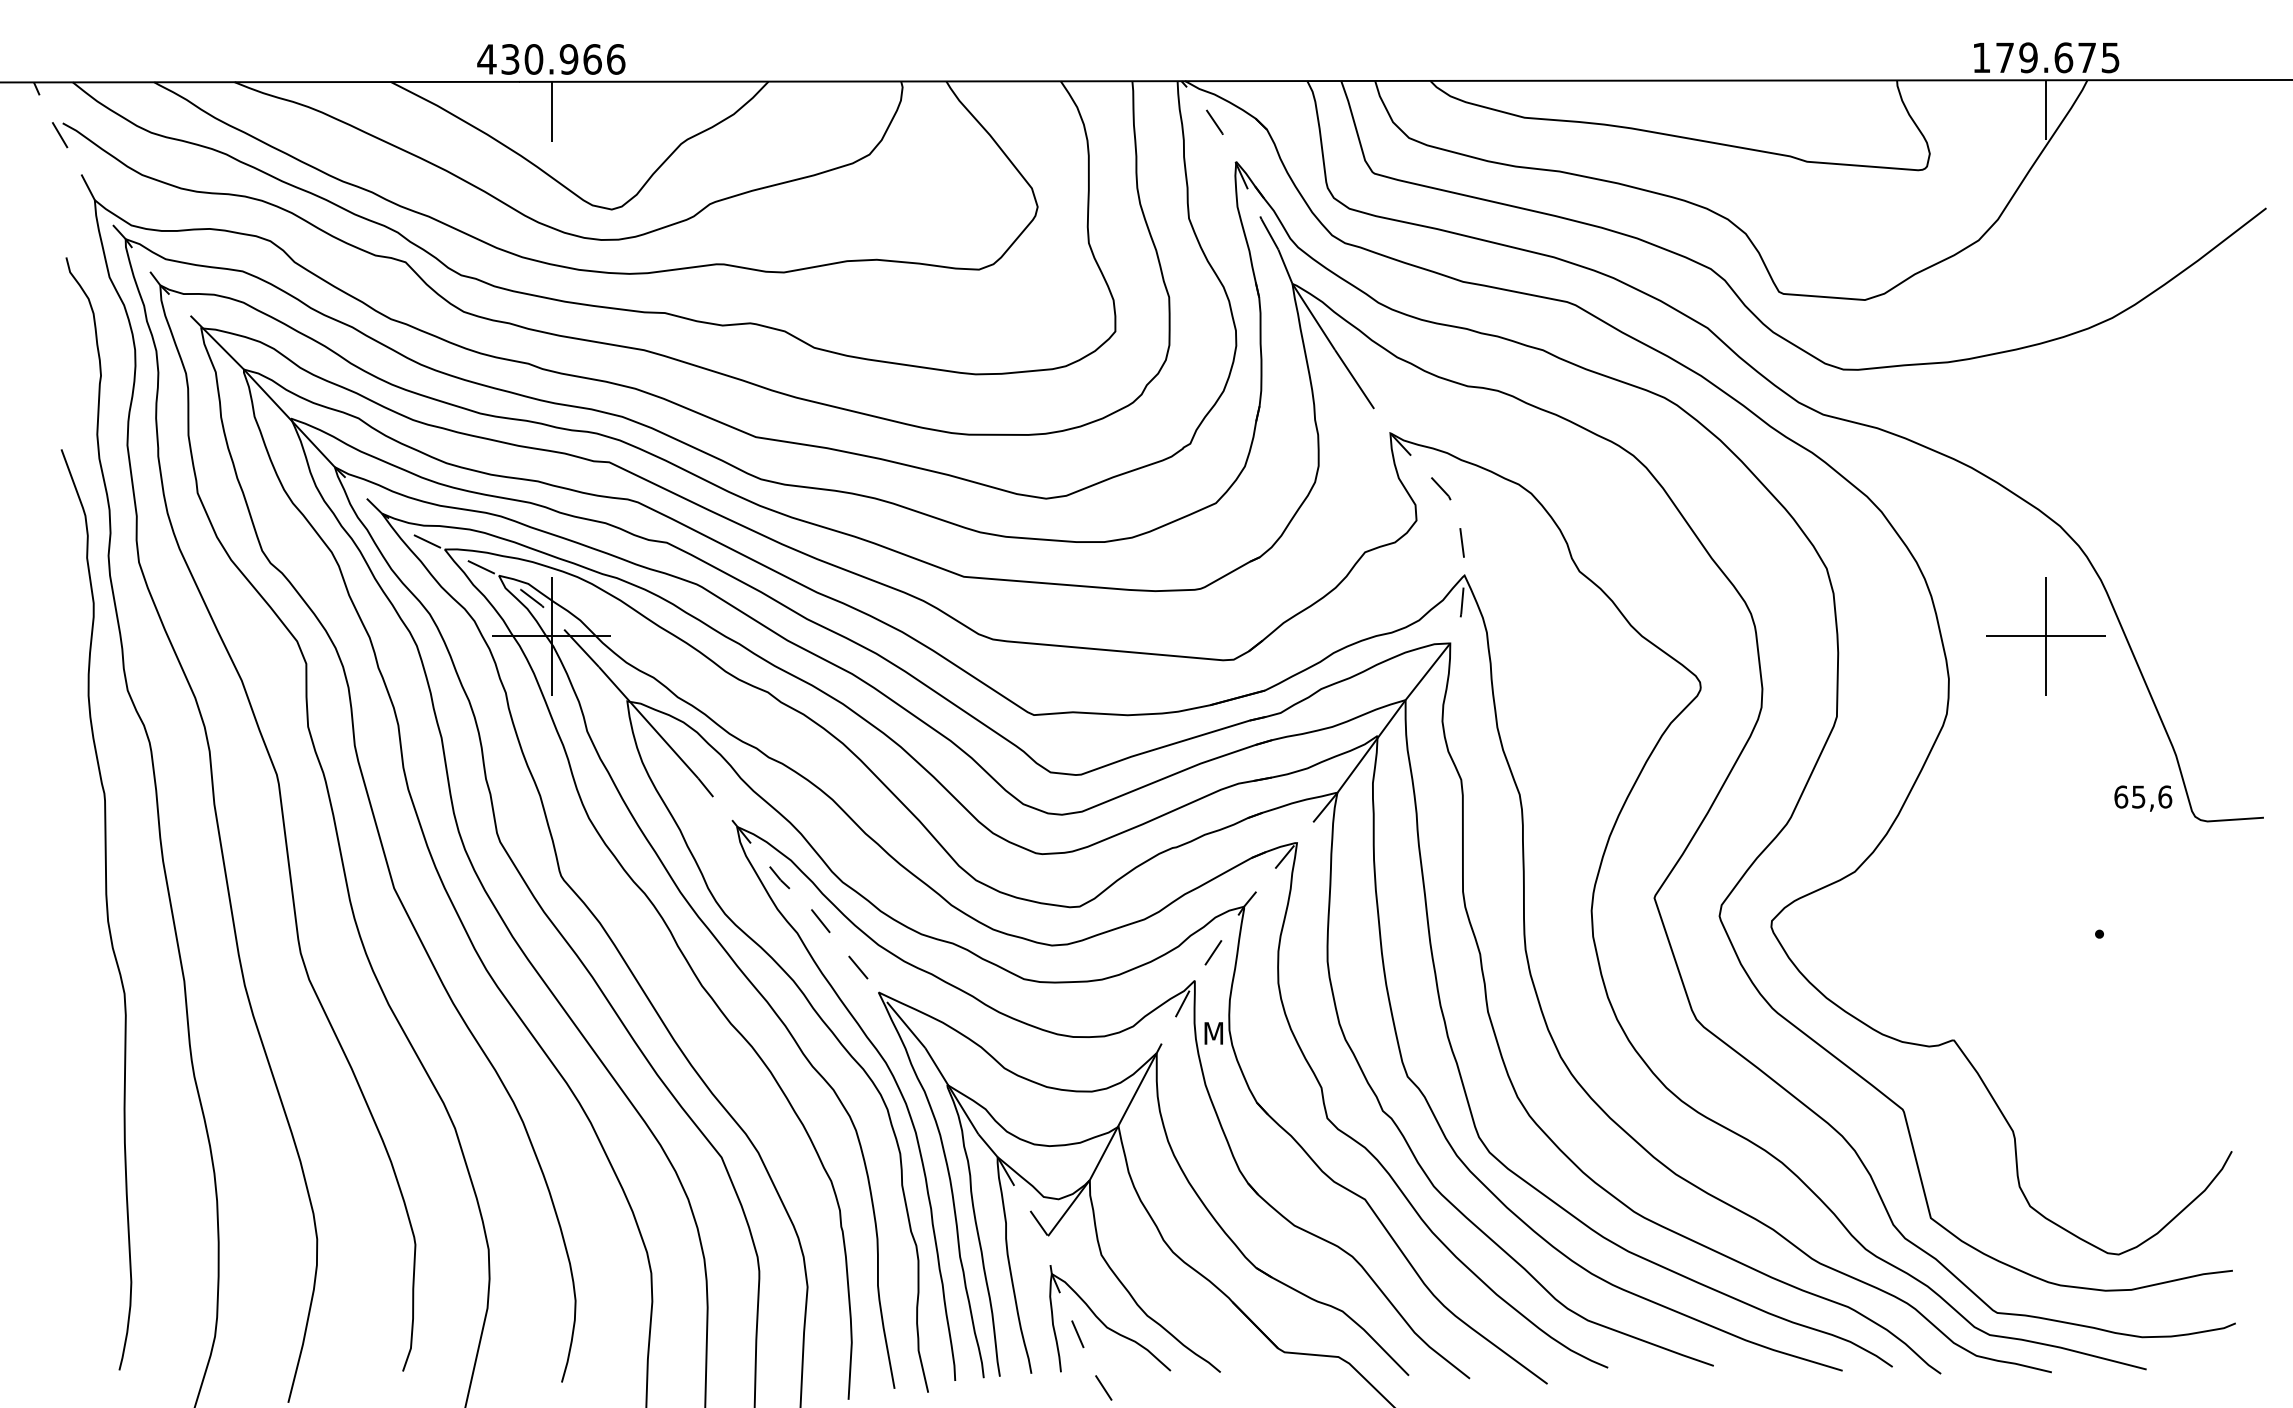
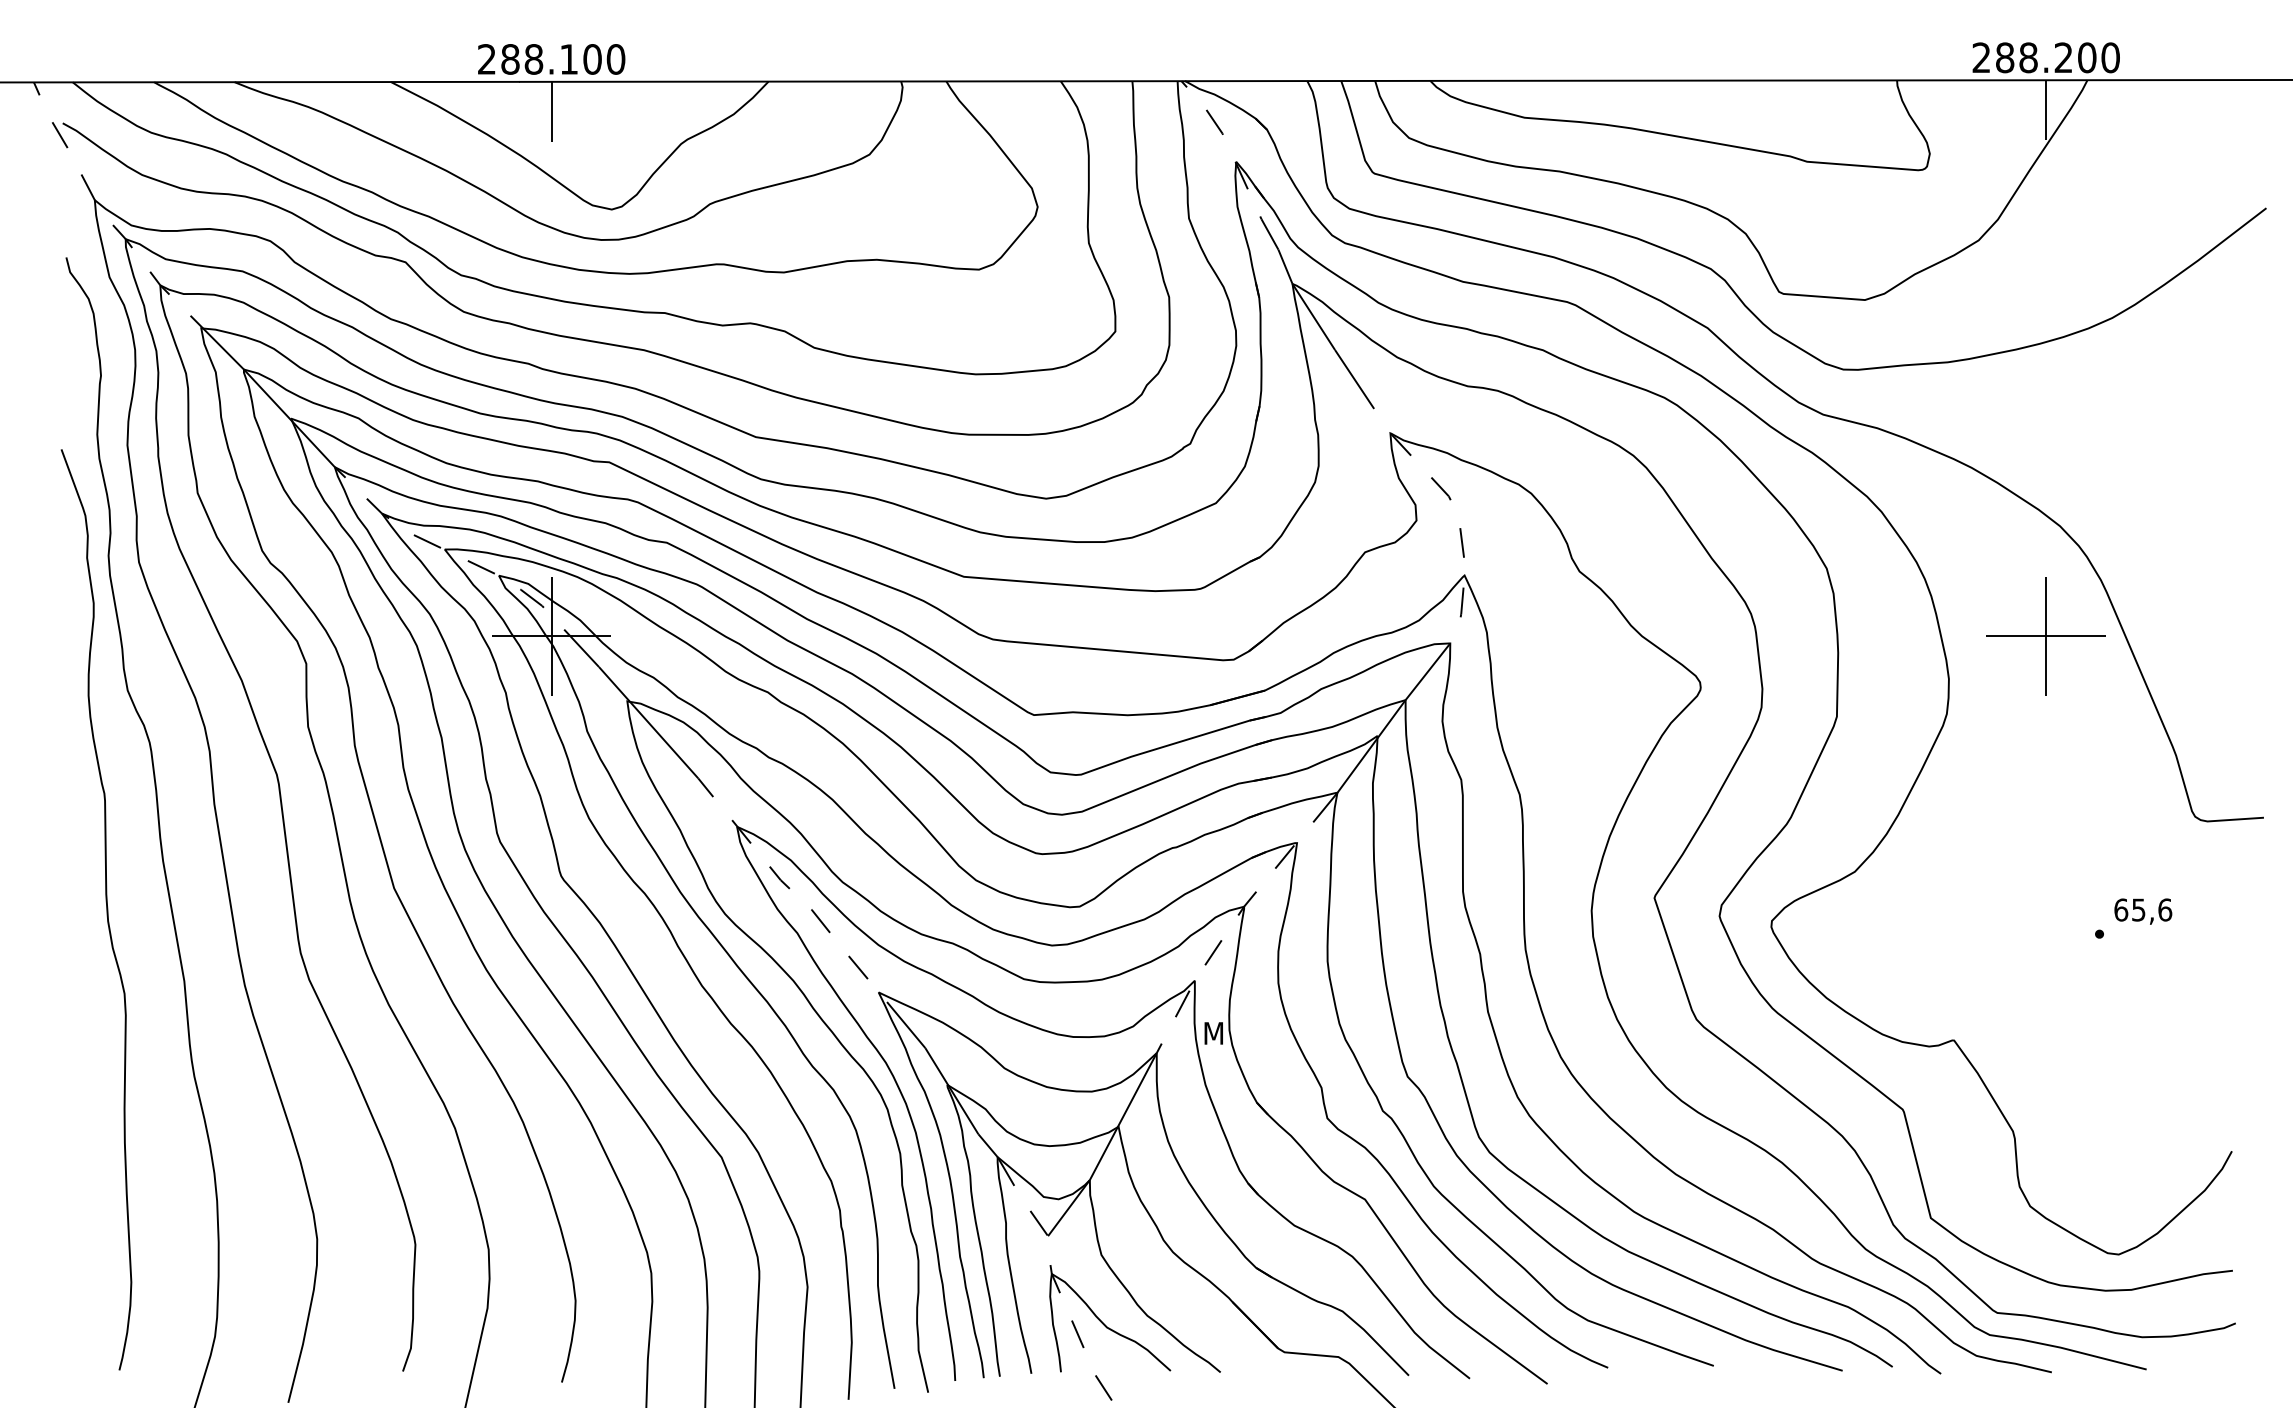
text at (2045, 57): 179.675 -> 288.200
text at (551, 59): 430.966 -> 288.100
text at (2143, 798) position: (2143, 798) -> (2143, 911)
